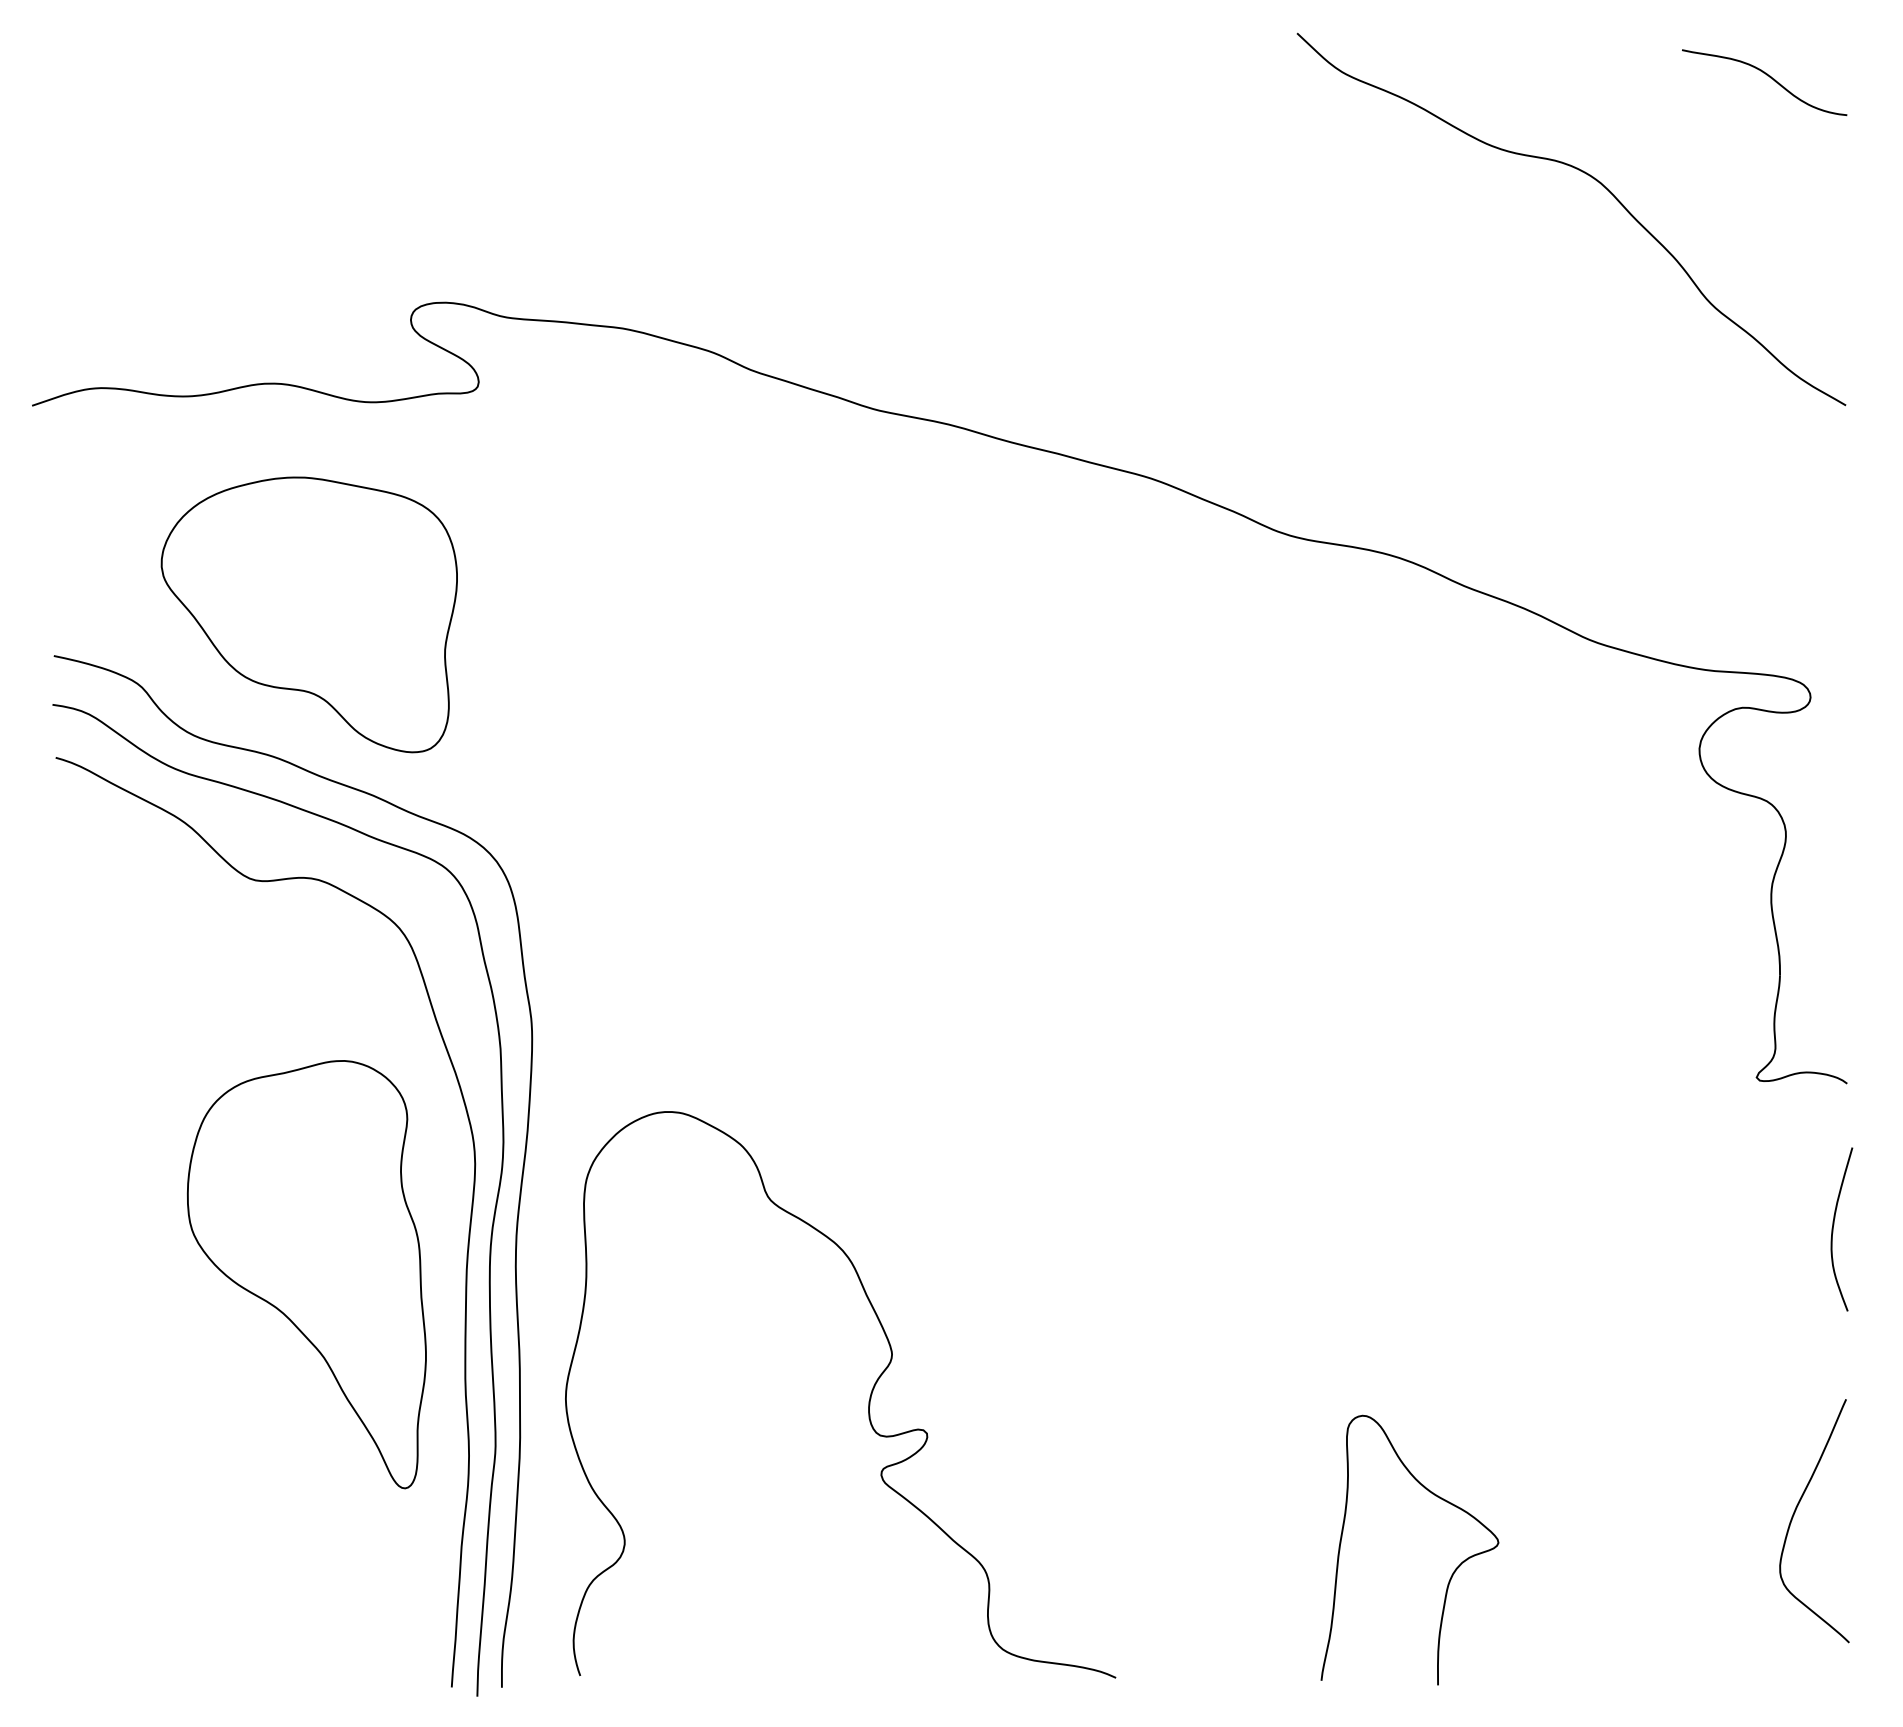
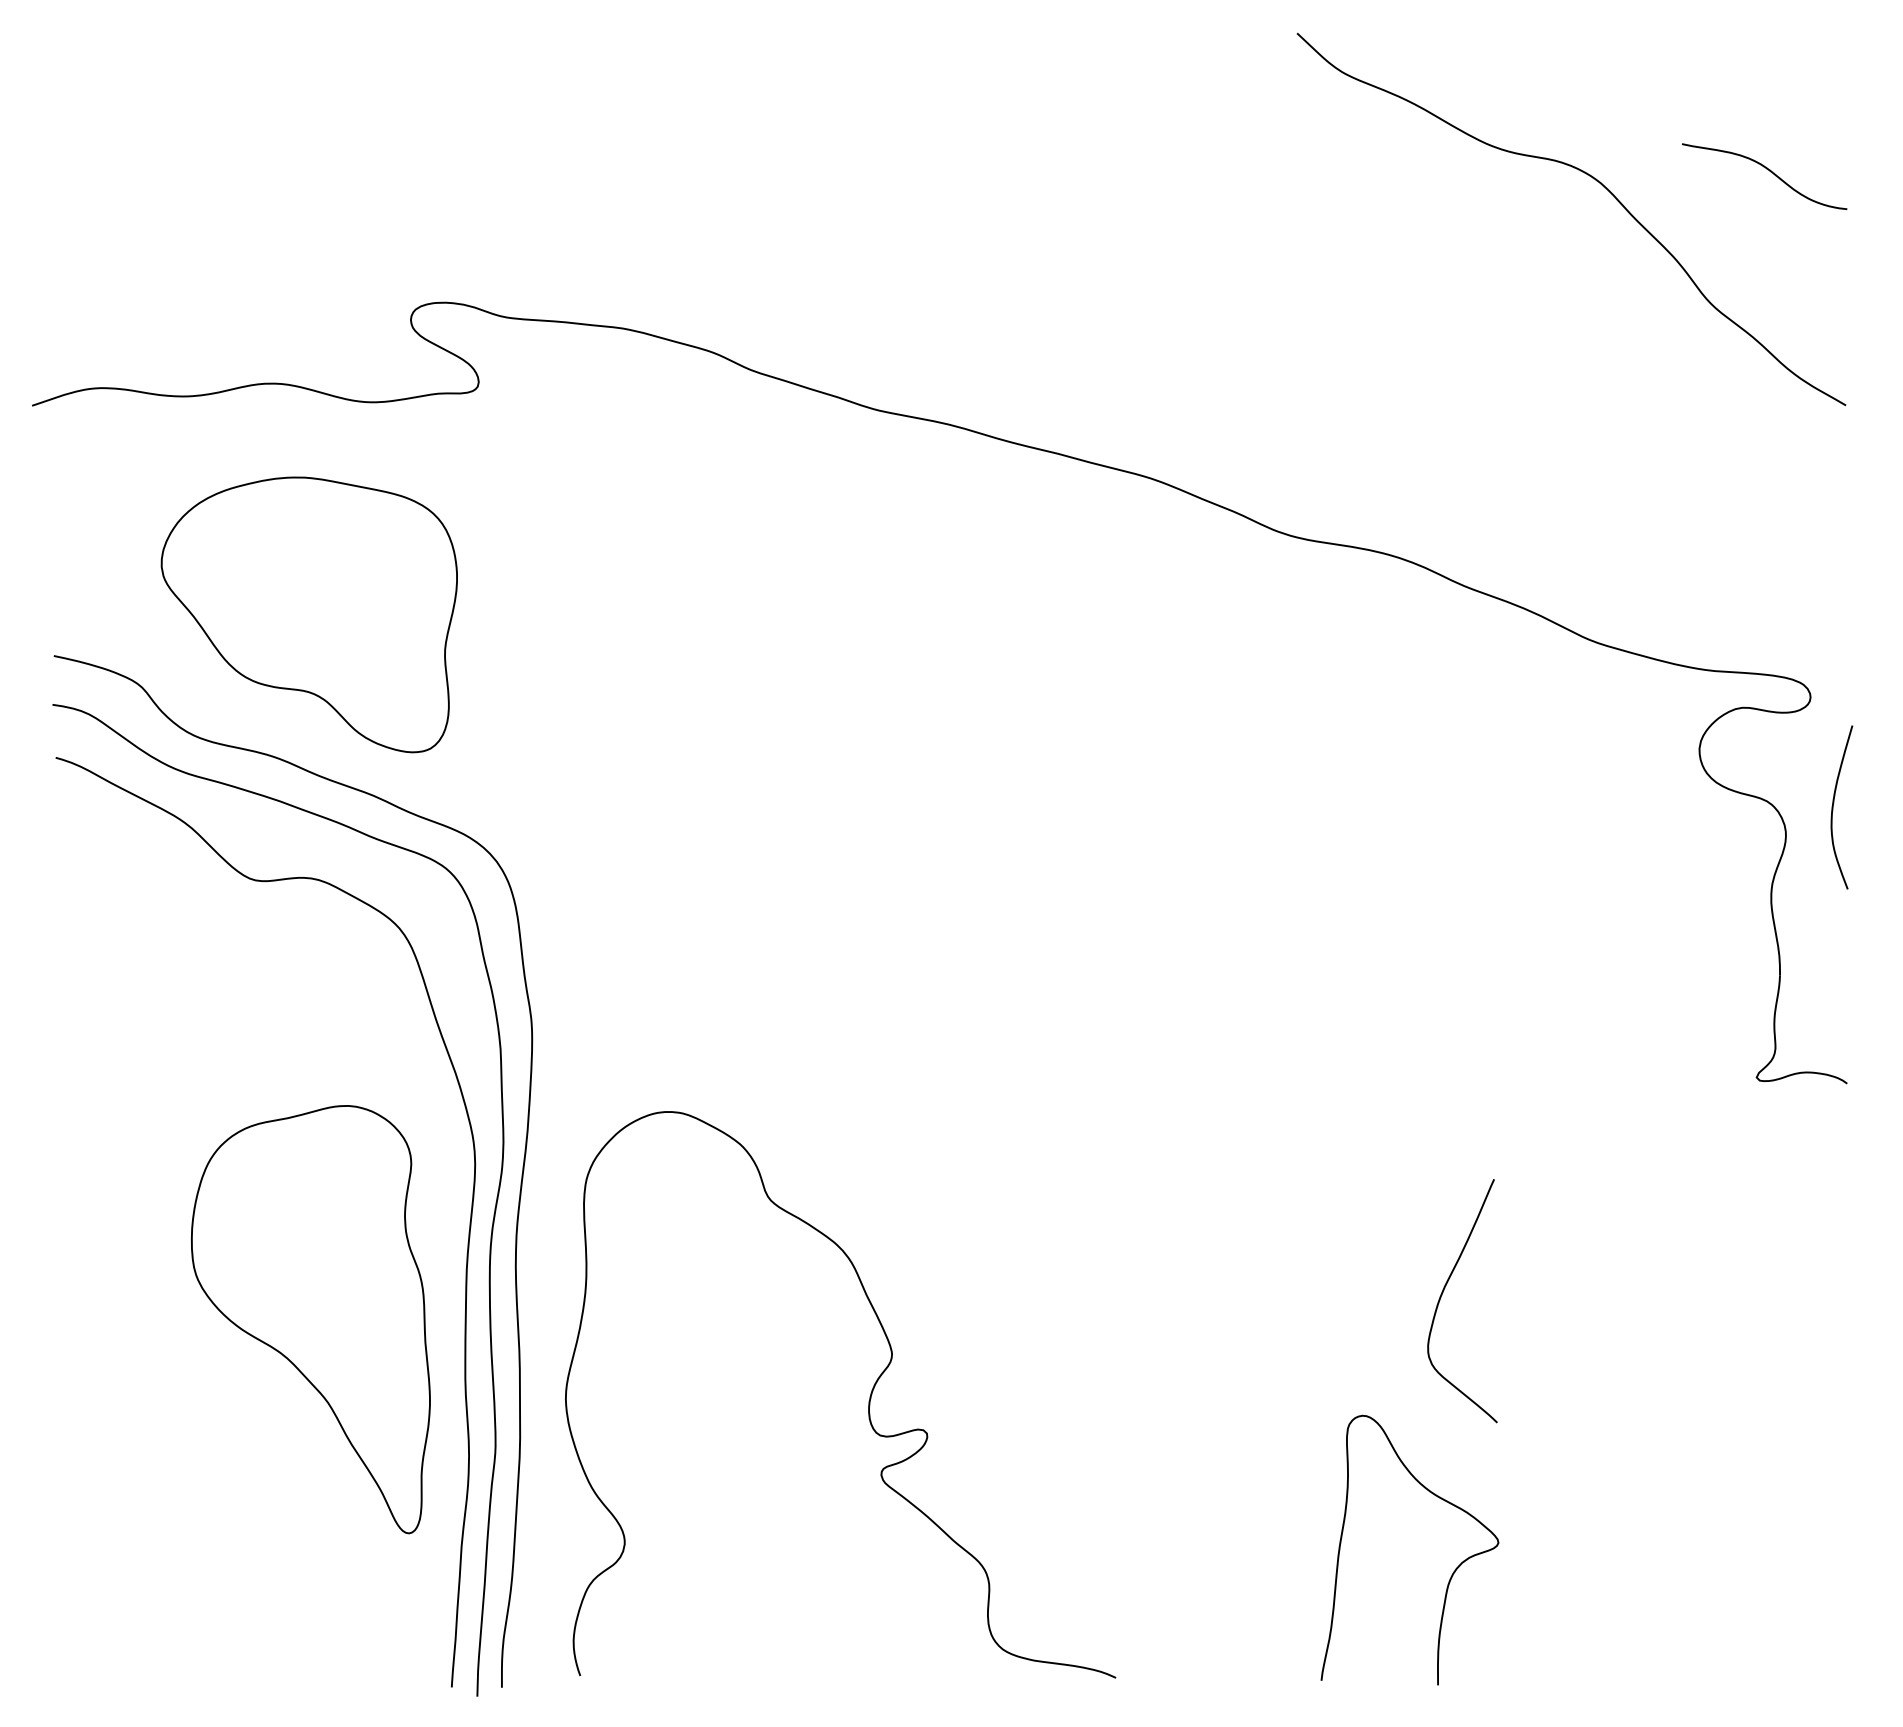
curve at (1769, 77) position: (1769, 77) -> (1769, 171)
curve at (1833, 1229) position: (1833, 1229) -> (1833, 807)
part at (306, 1274) position: (306, 1274) -> (310, 1319)
curve at (1794, 1515) position: (1794, 1515) -> (1442, 1295)
